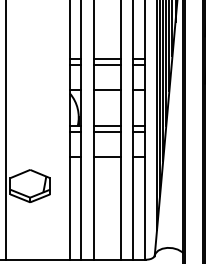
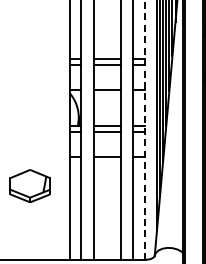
line at (5, 130): present -> none
line at (144, 130): solid -> dashed
